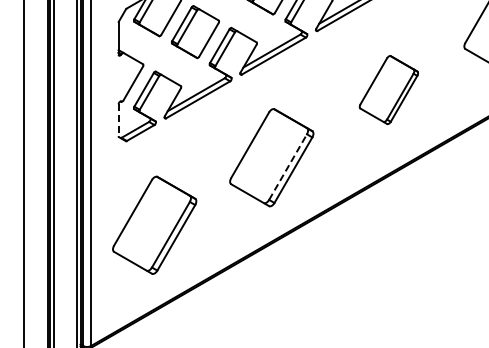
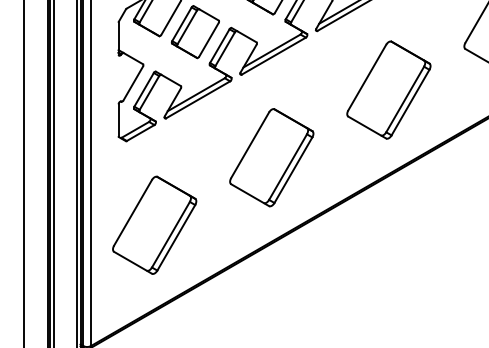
part at (388, 90) size: 61x71 px -> 86x100 px
line at (118, 120): dashed -> solid
line at (288, 167): dashed -> solid
